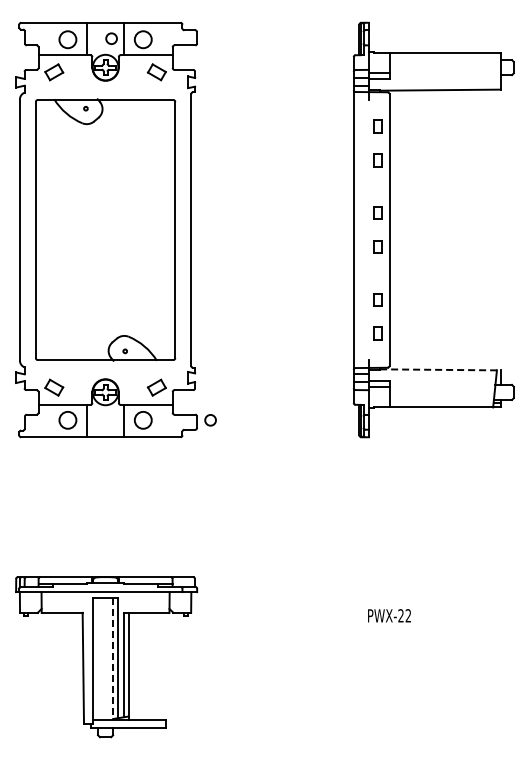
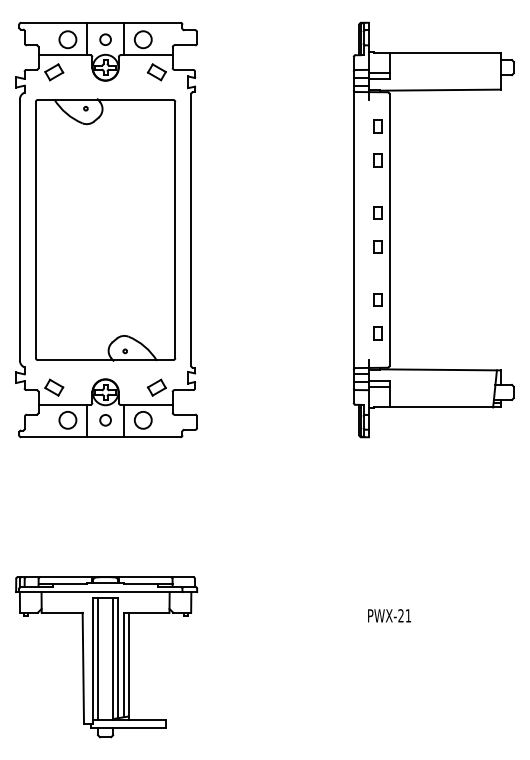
circle at (111, 38) position: (111, 38) -> (105, 39)
line at (440, 369): dashed -> solid
circle at (210, 420) position: (210, 420) -> (105, 420)
text at (407, 615): PWX-22 -> PWX-21
line at (98, 658): none -> present
line at (113, 659): dashed -> solid
